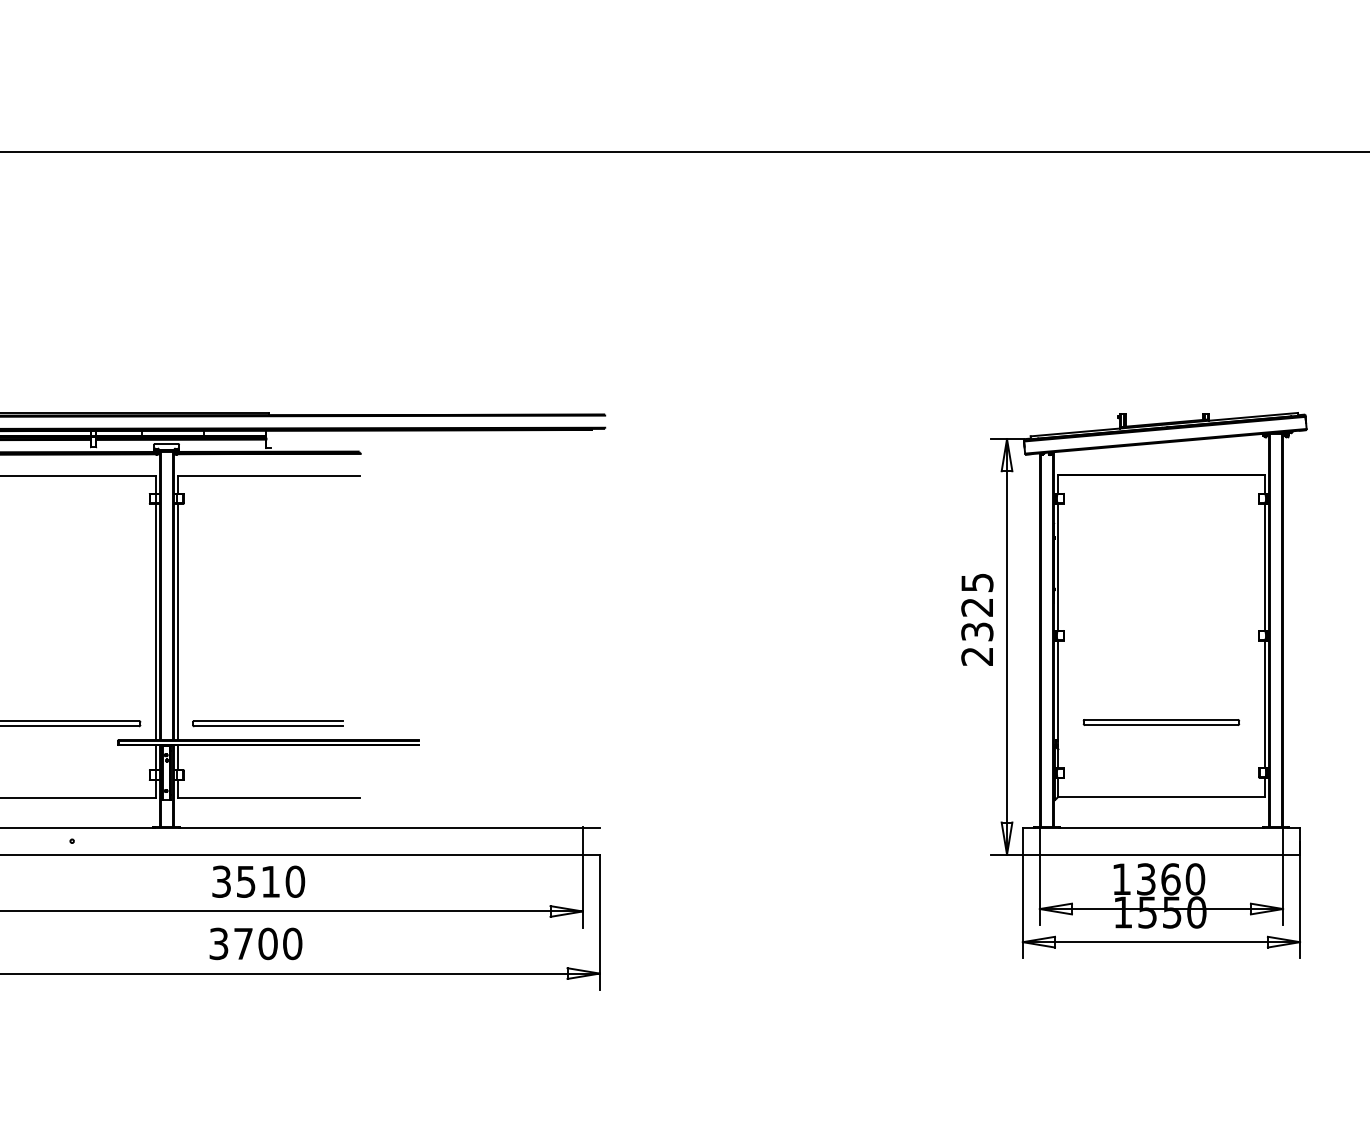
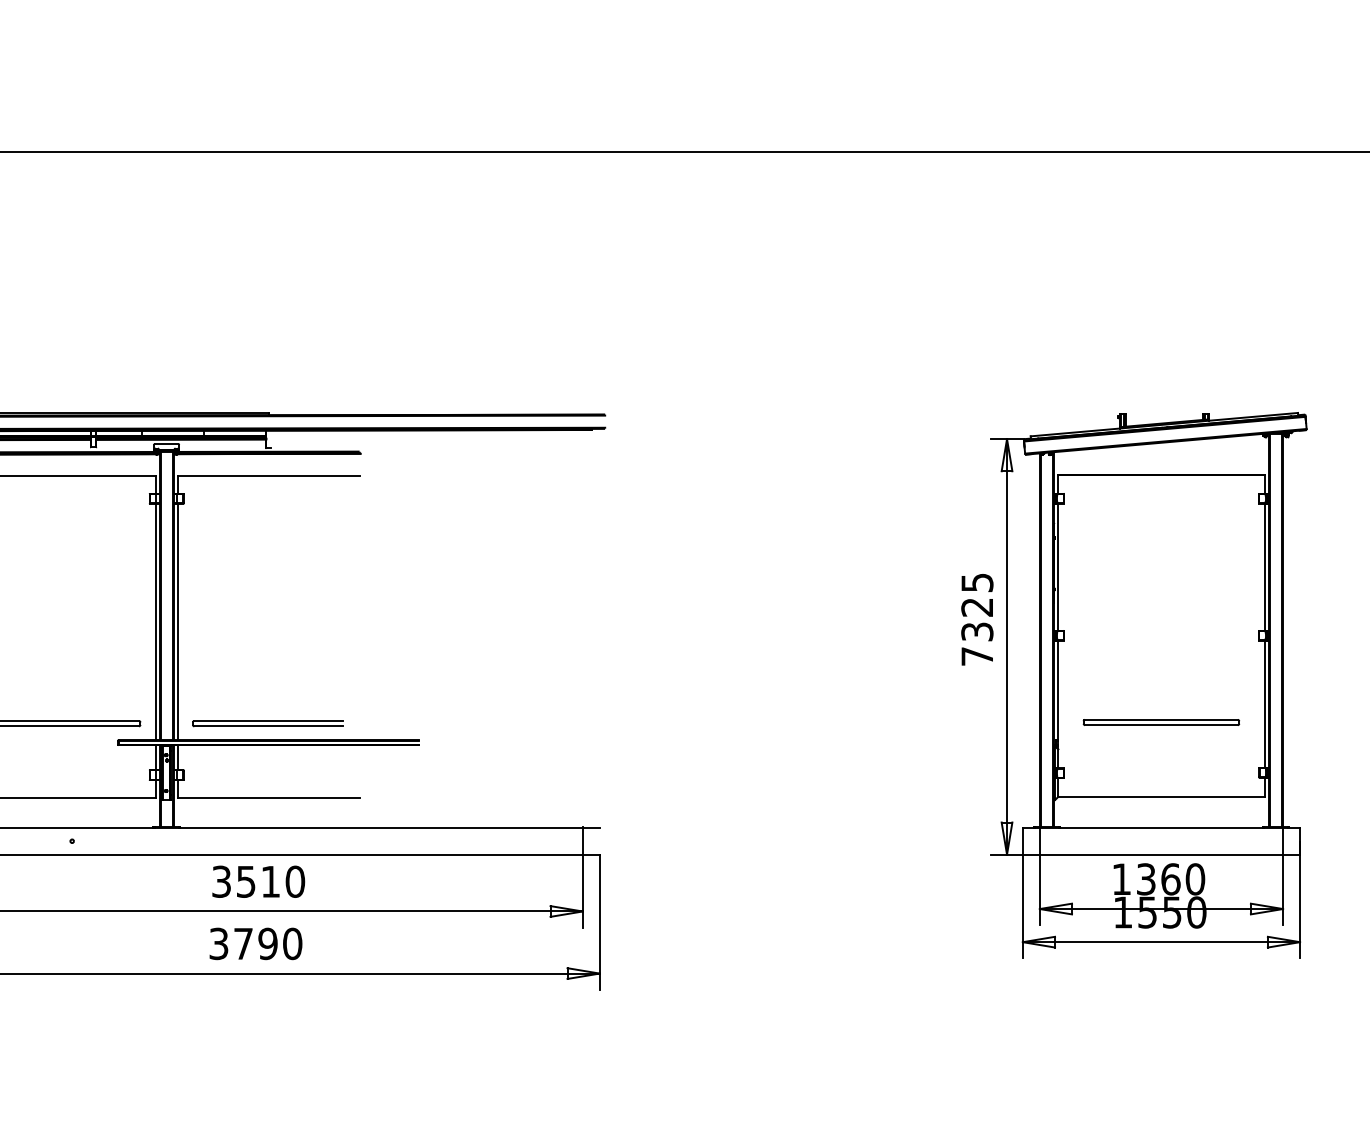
text at (976, 656): 2325 -> 7325
text at (267, 944): 3700 -> 3790
